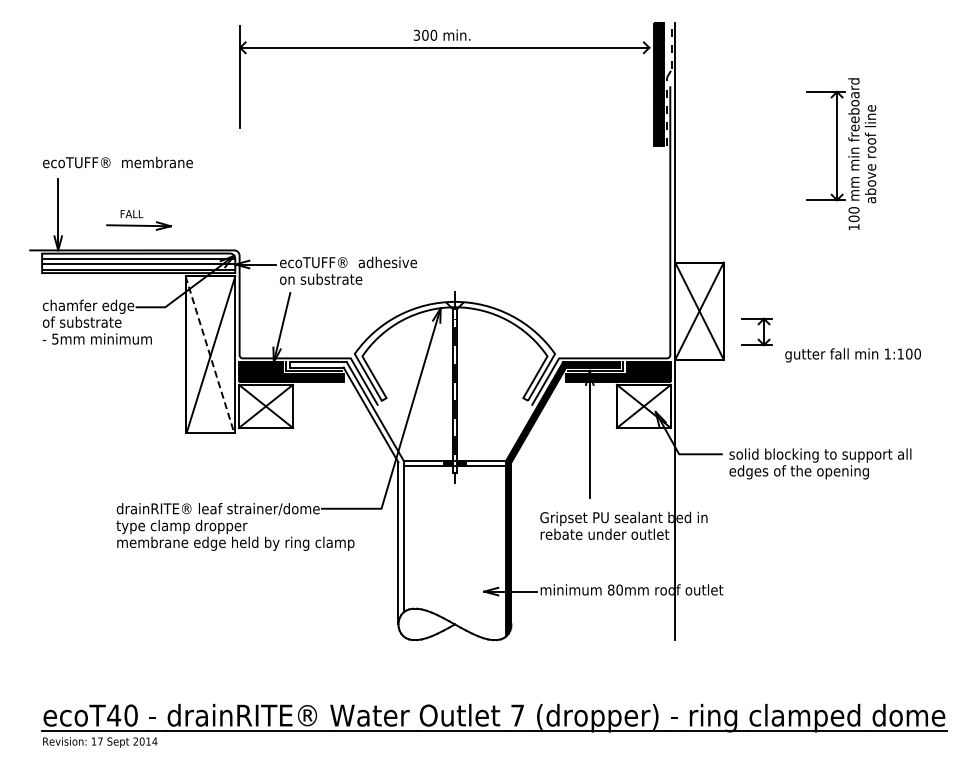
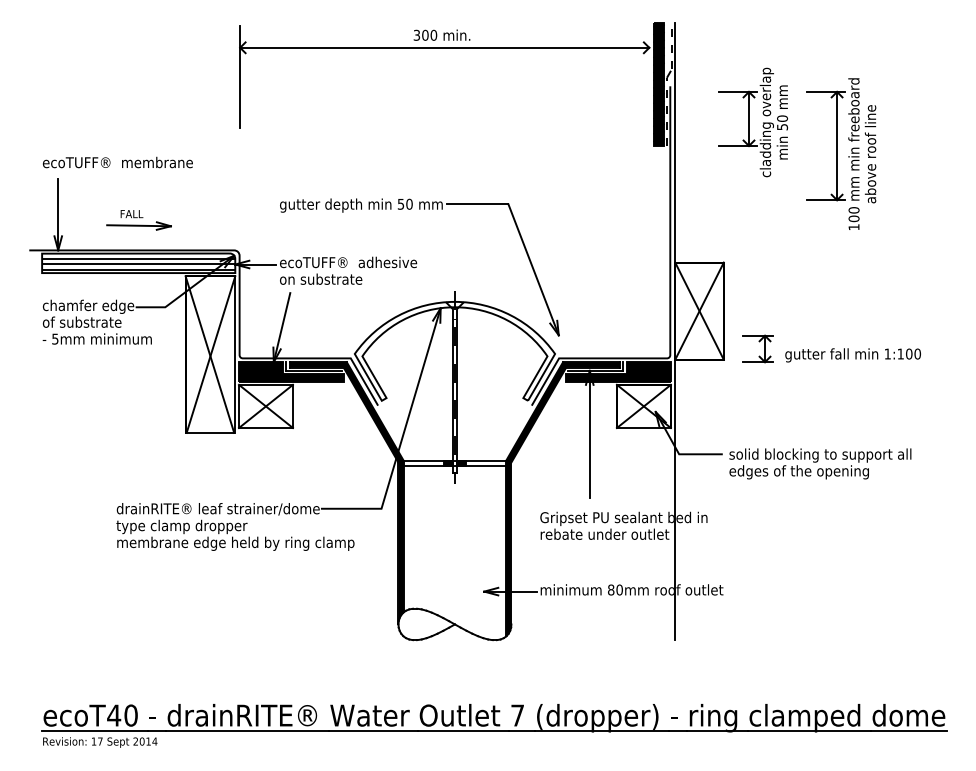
part at (752, 122): none -> present
part at (419, 209): none -> present
part at (758, 325) position: (758, 325) -> (759, 342)
line at (209, 354): dashed -> solid
fill at (346, 493): none -> present
